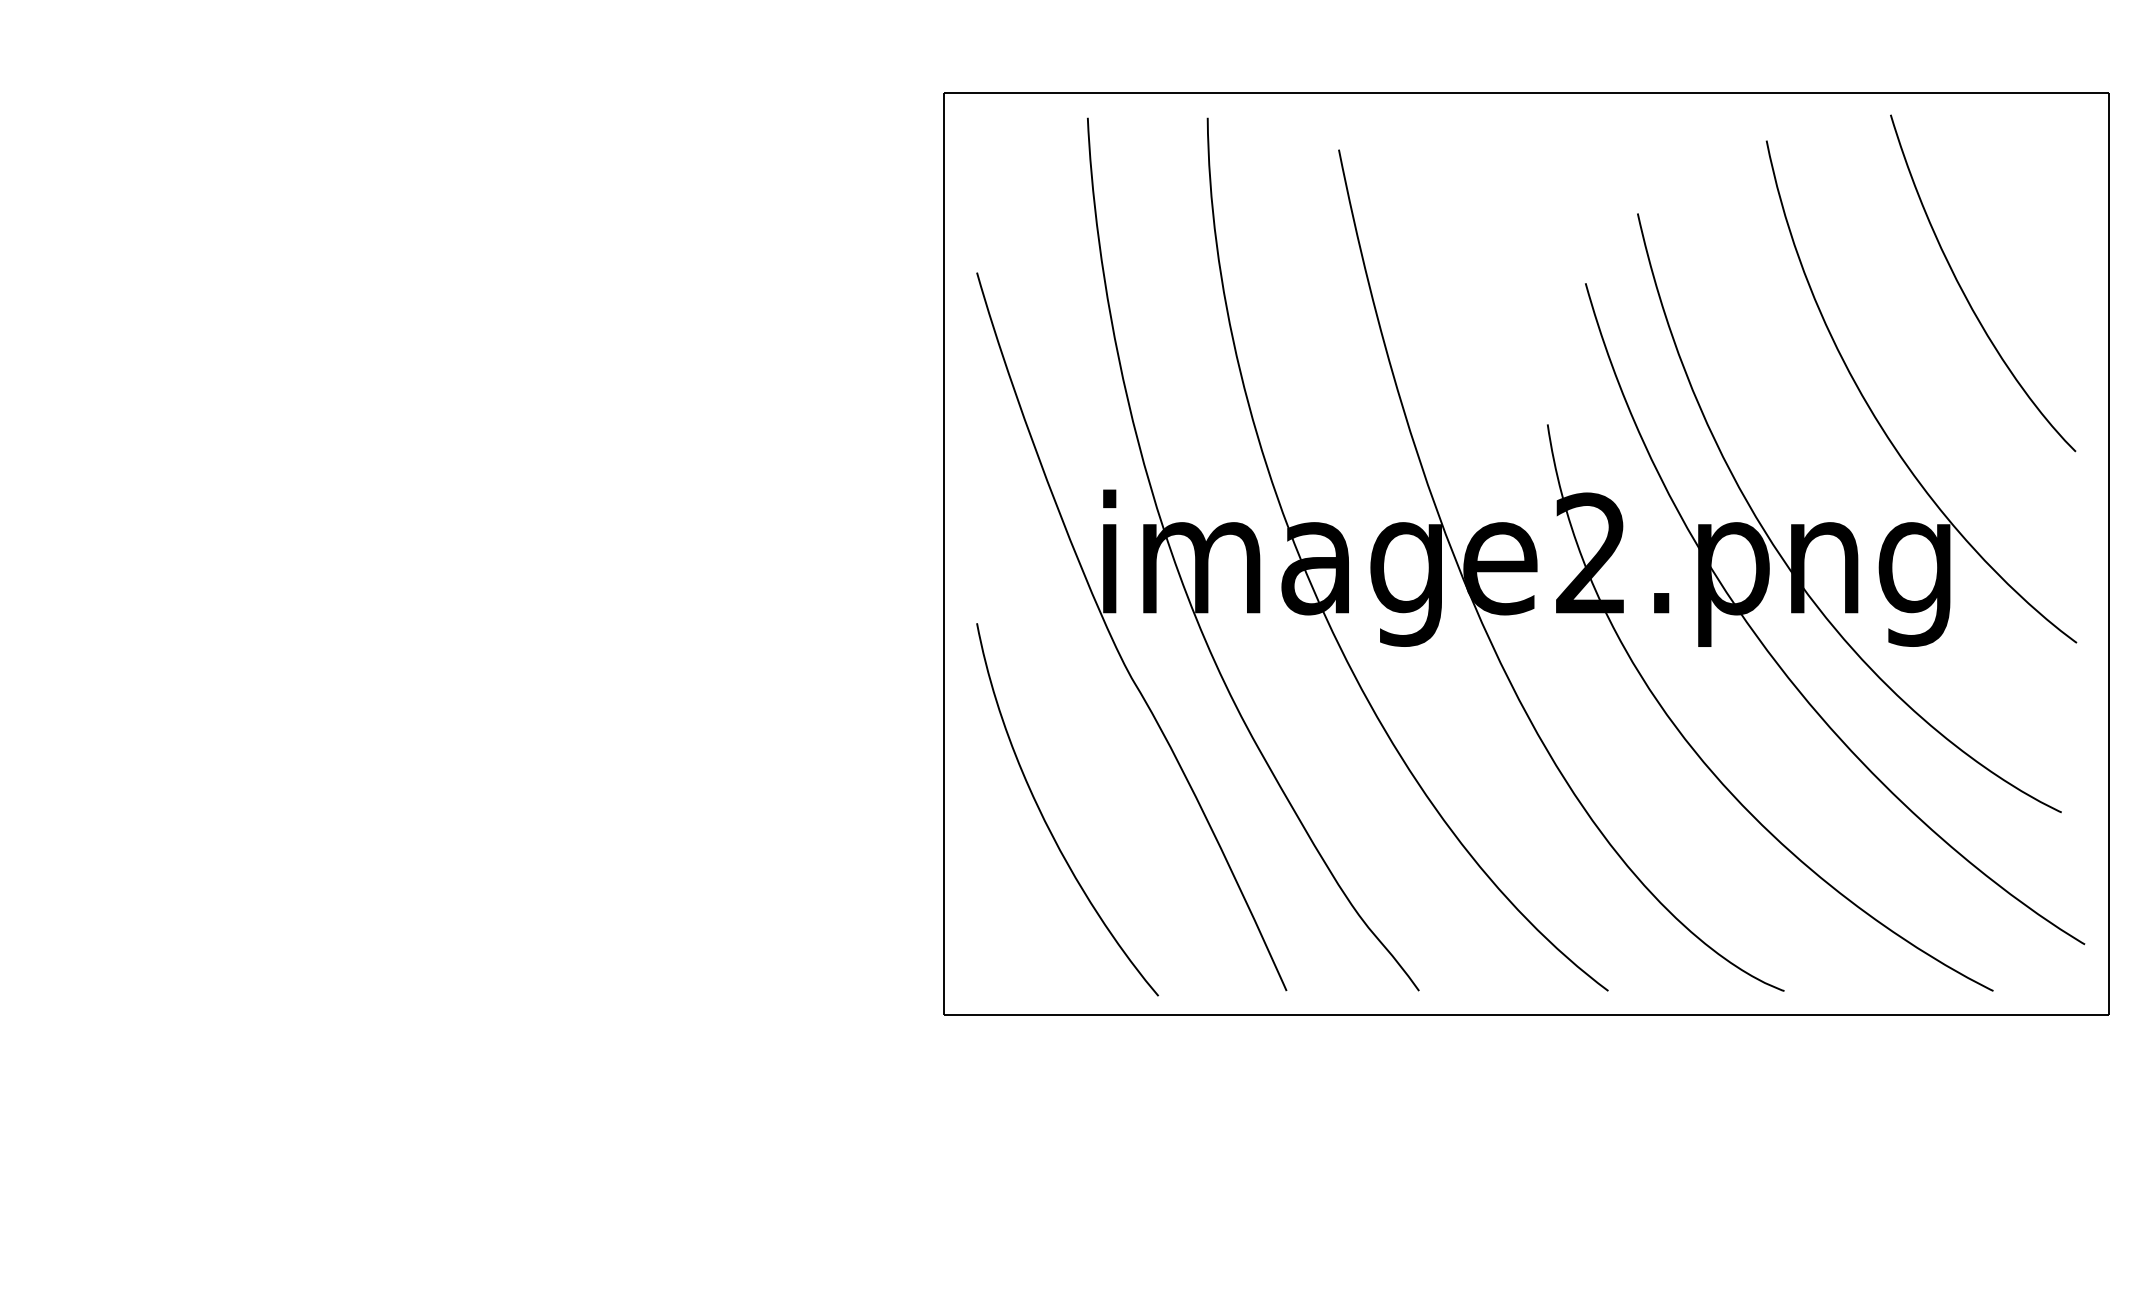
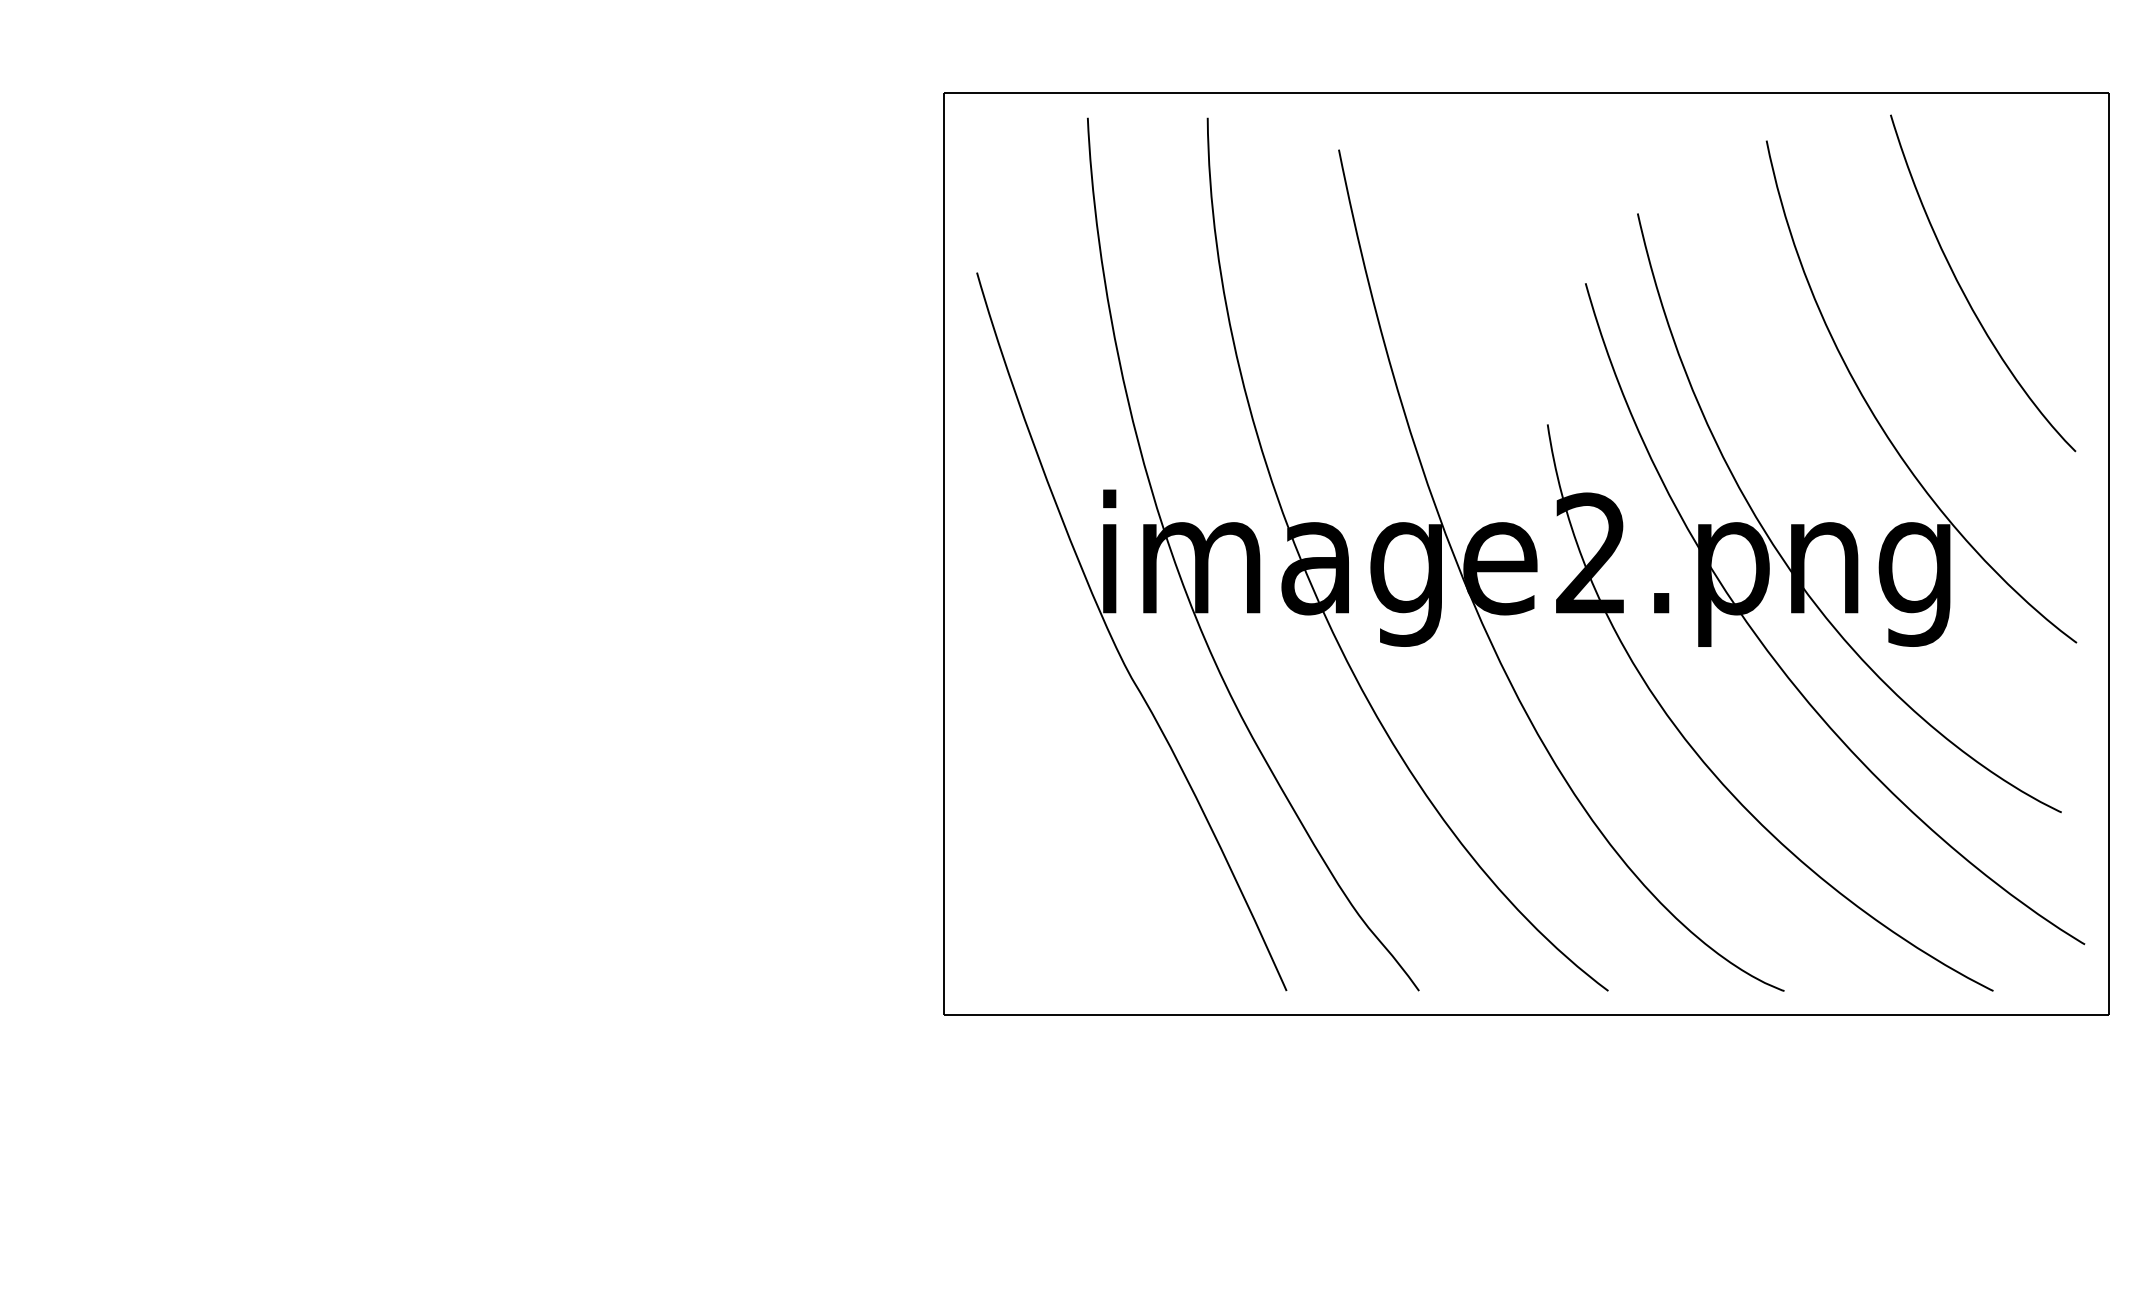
curve at (1045, 819): present -> none
